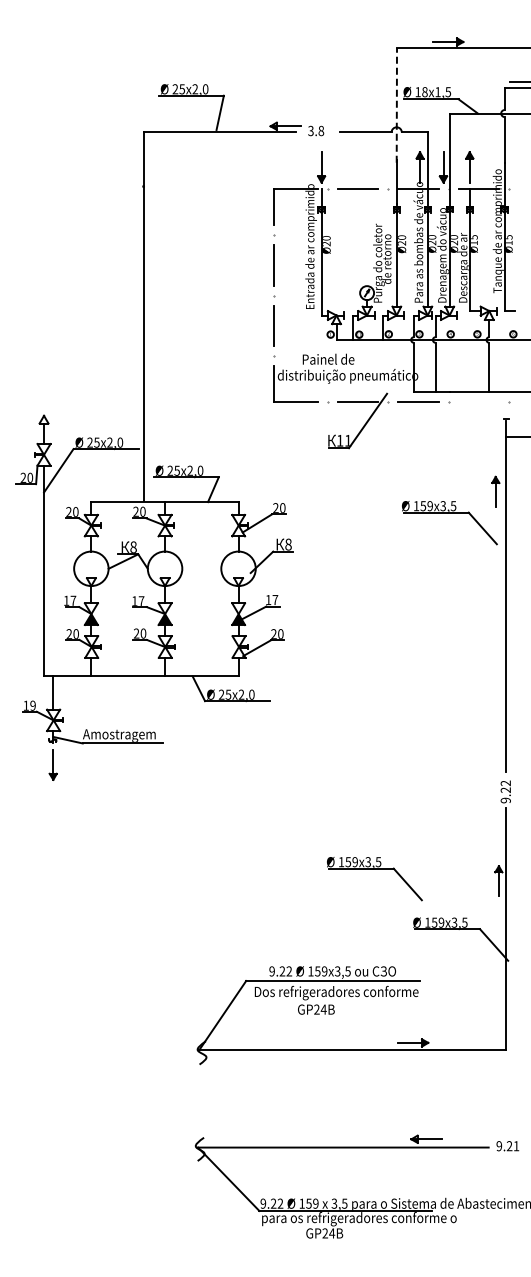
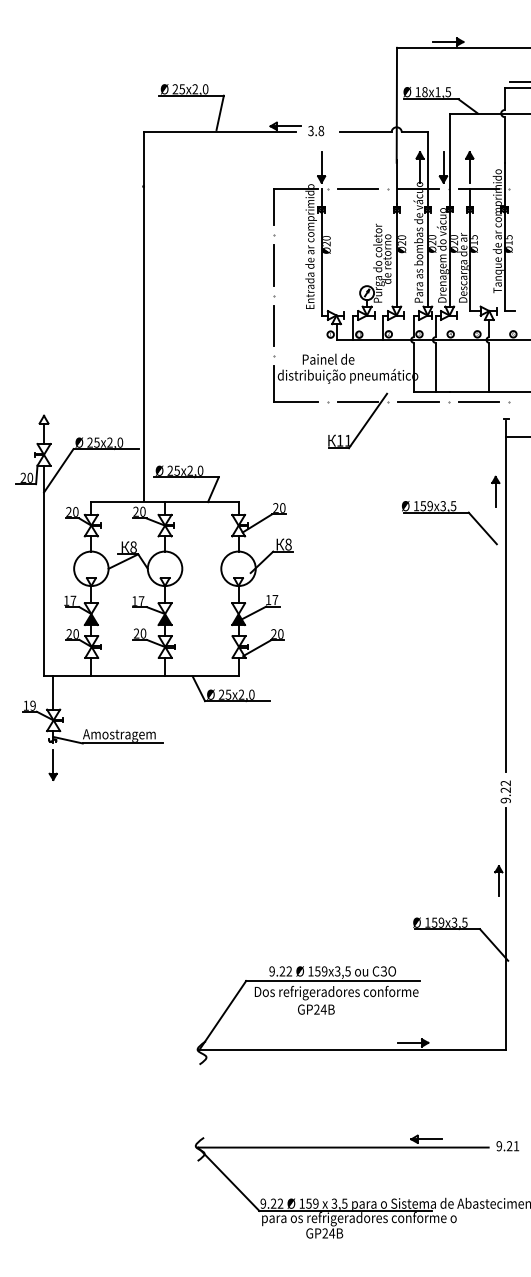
line at (396, 104): dashed -> solid
line at (478, 402): none -> present
part at (374, 869): present -> none
